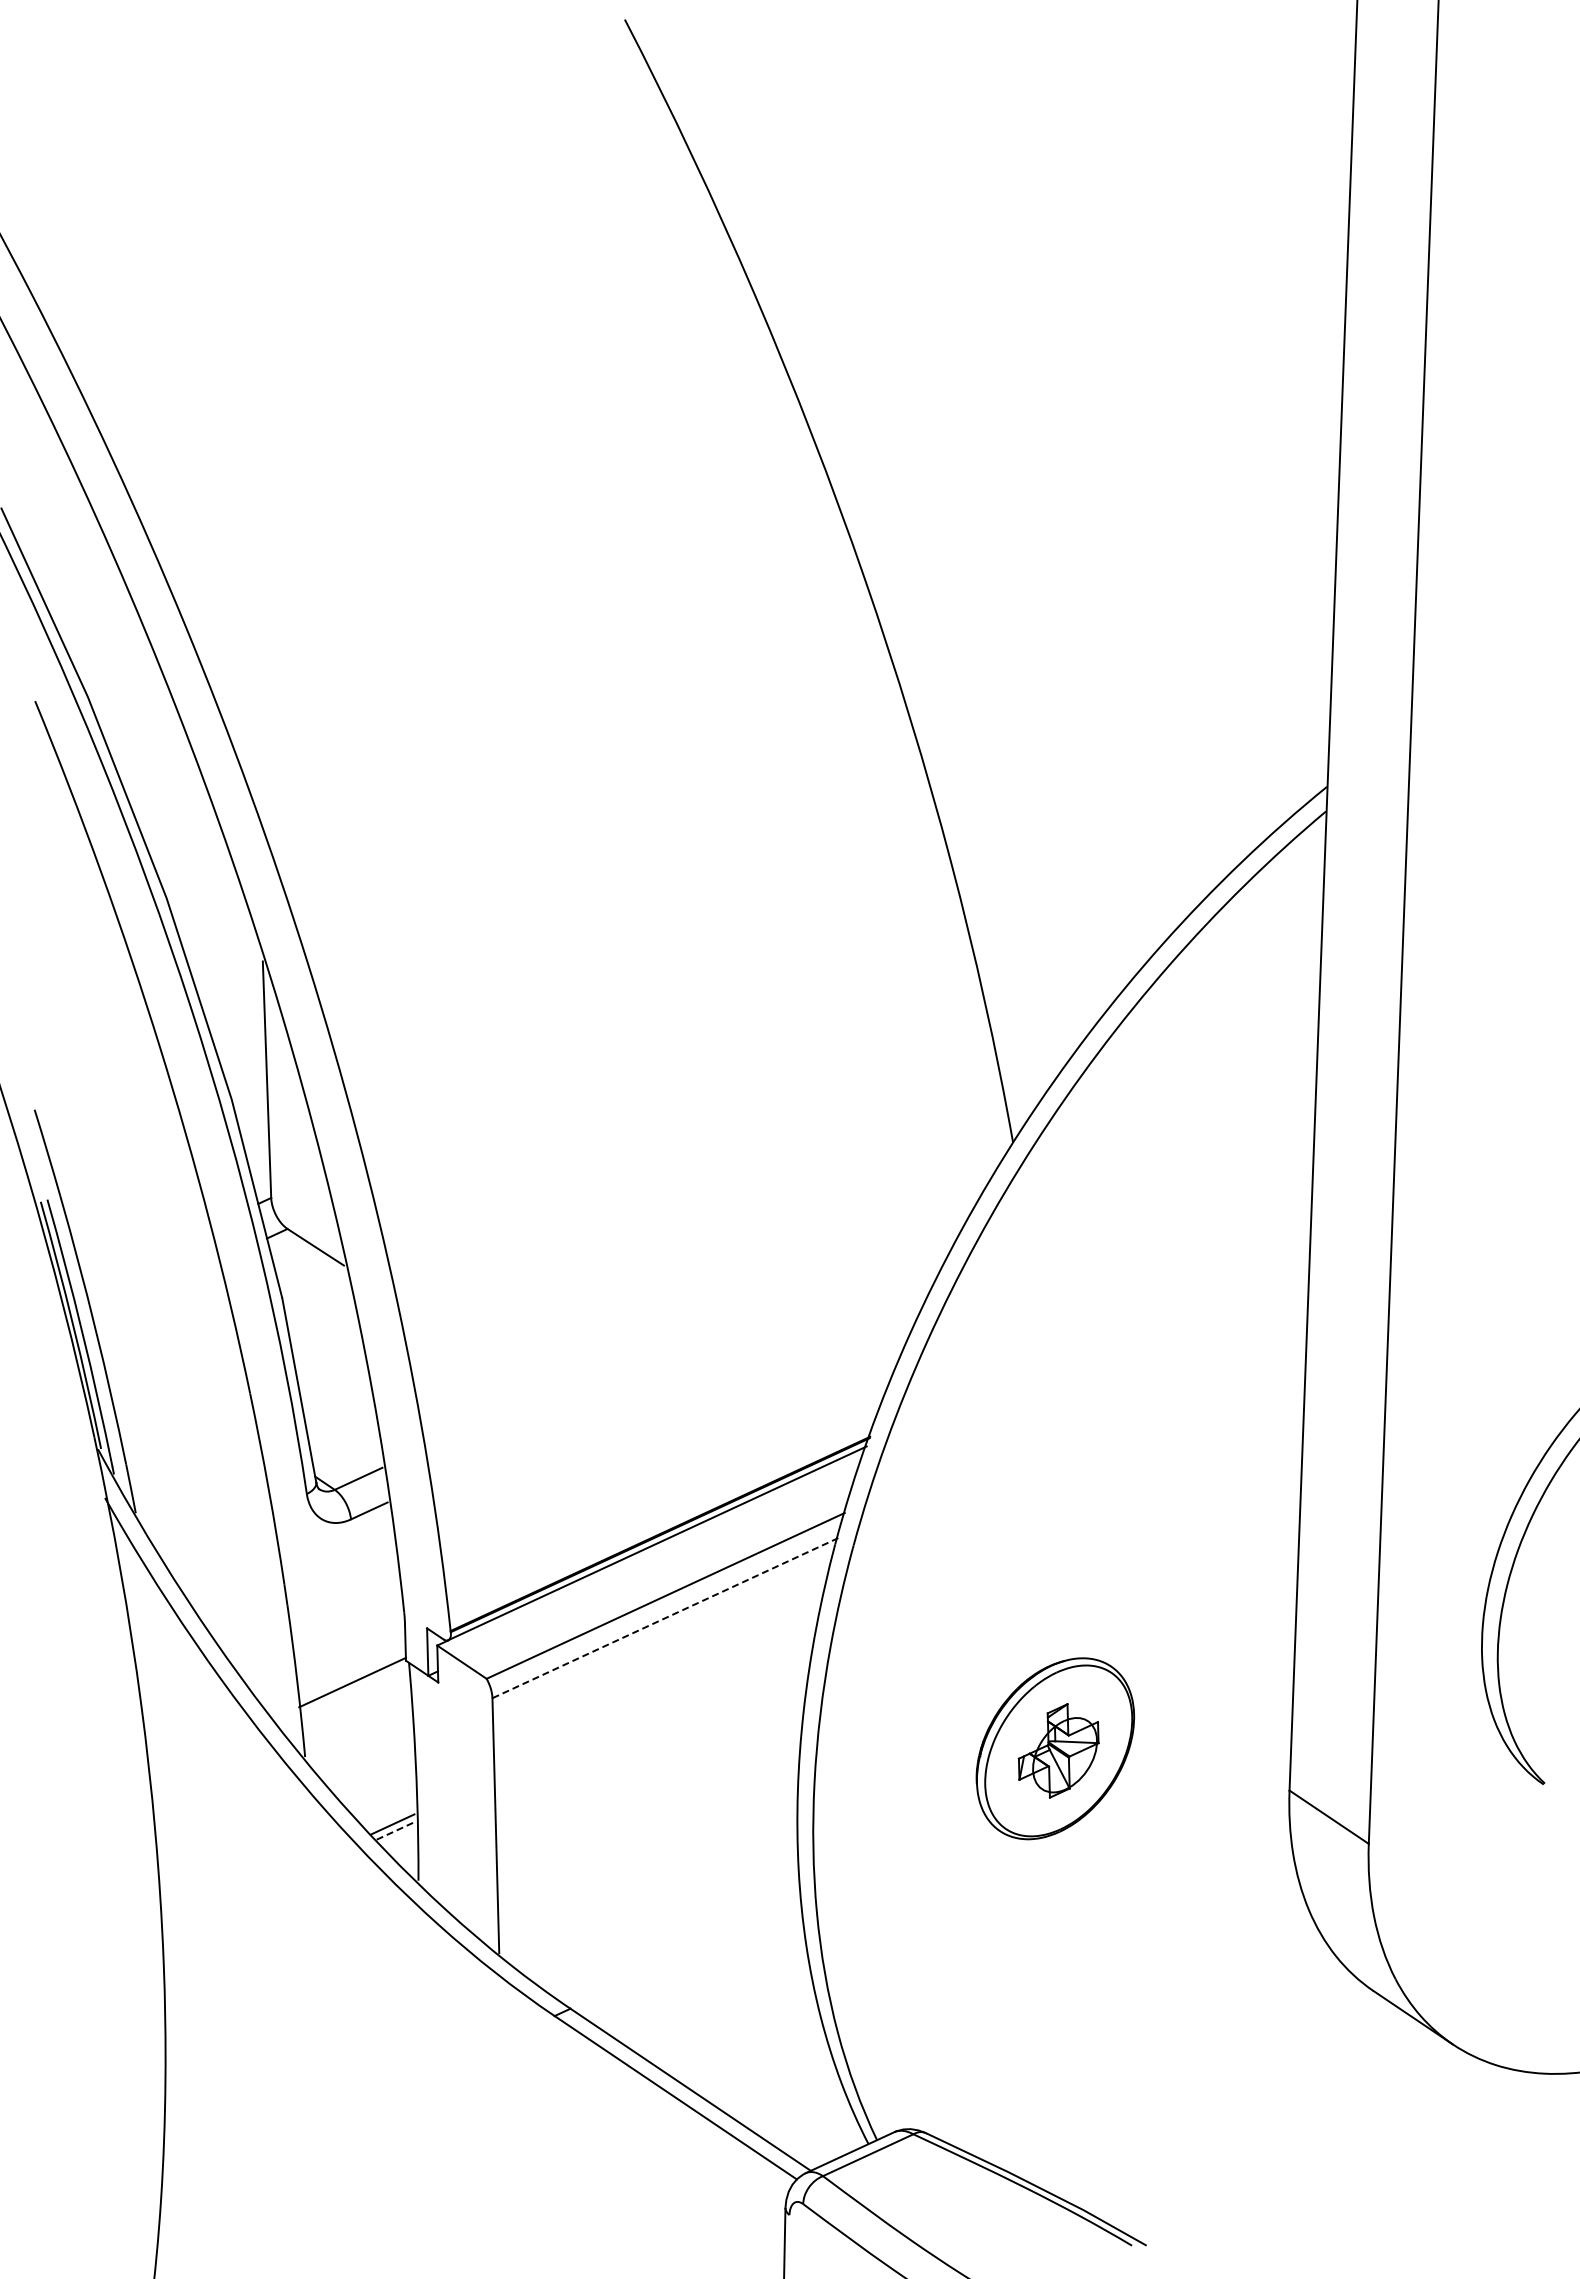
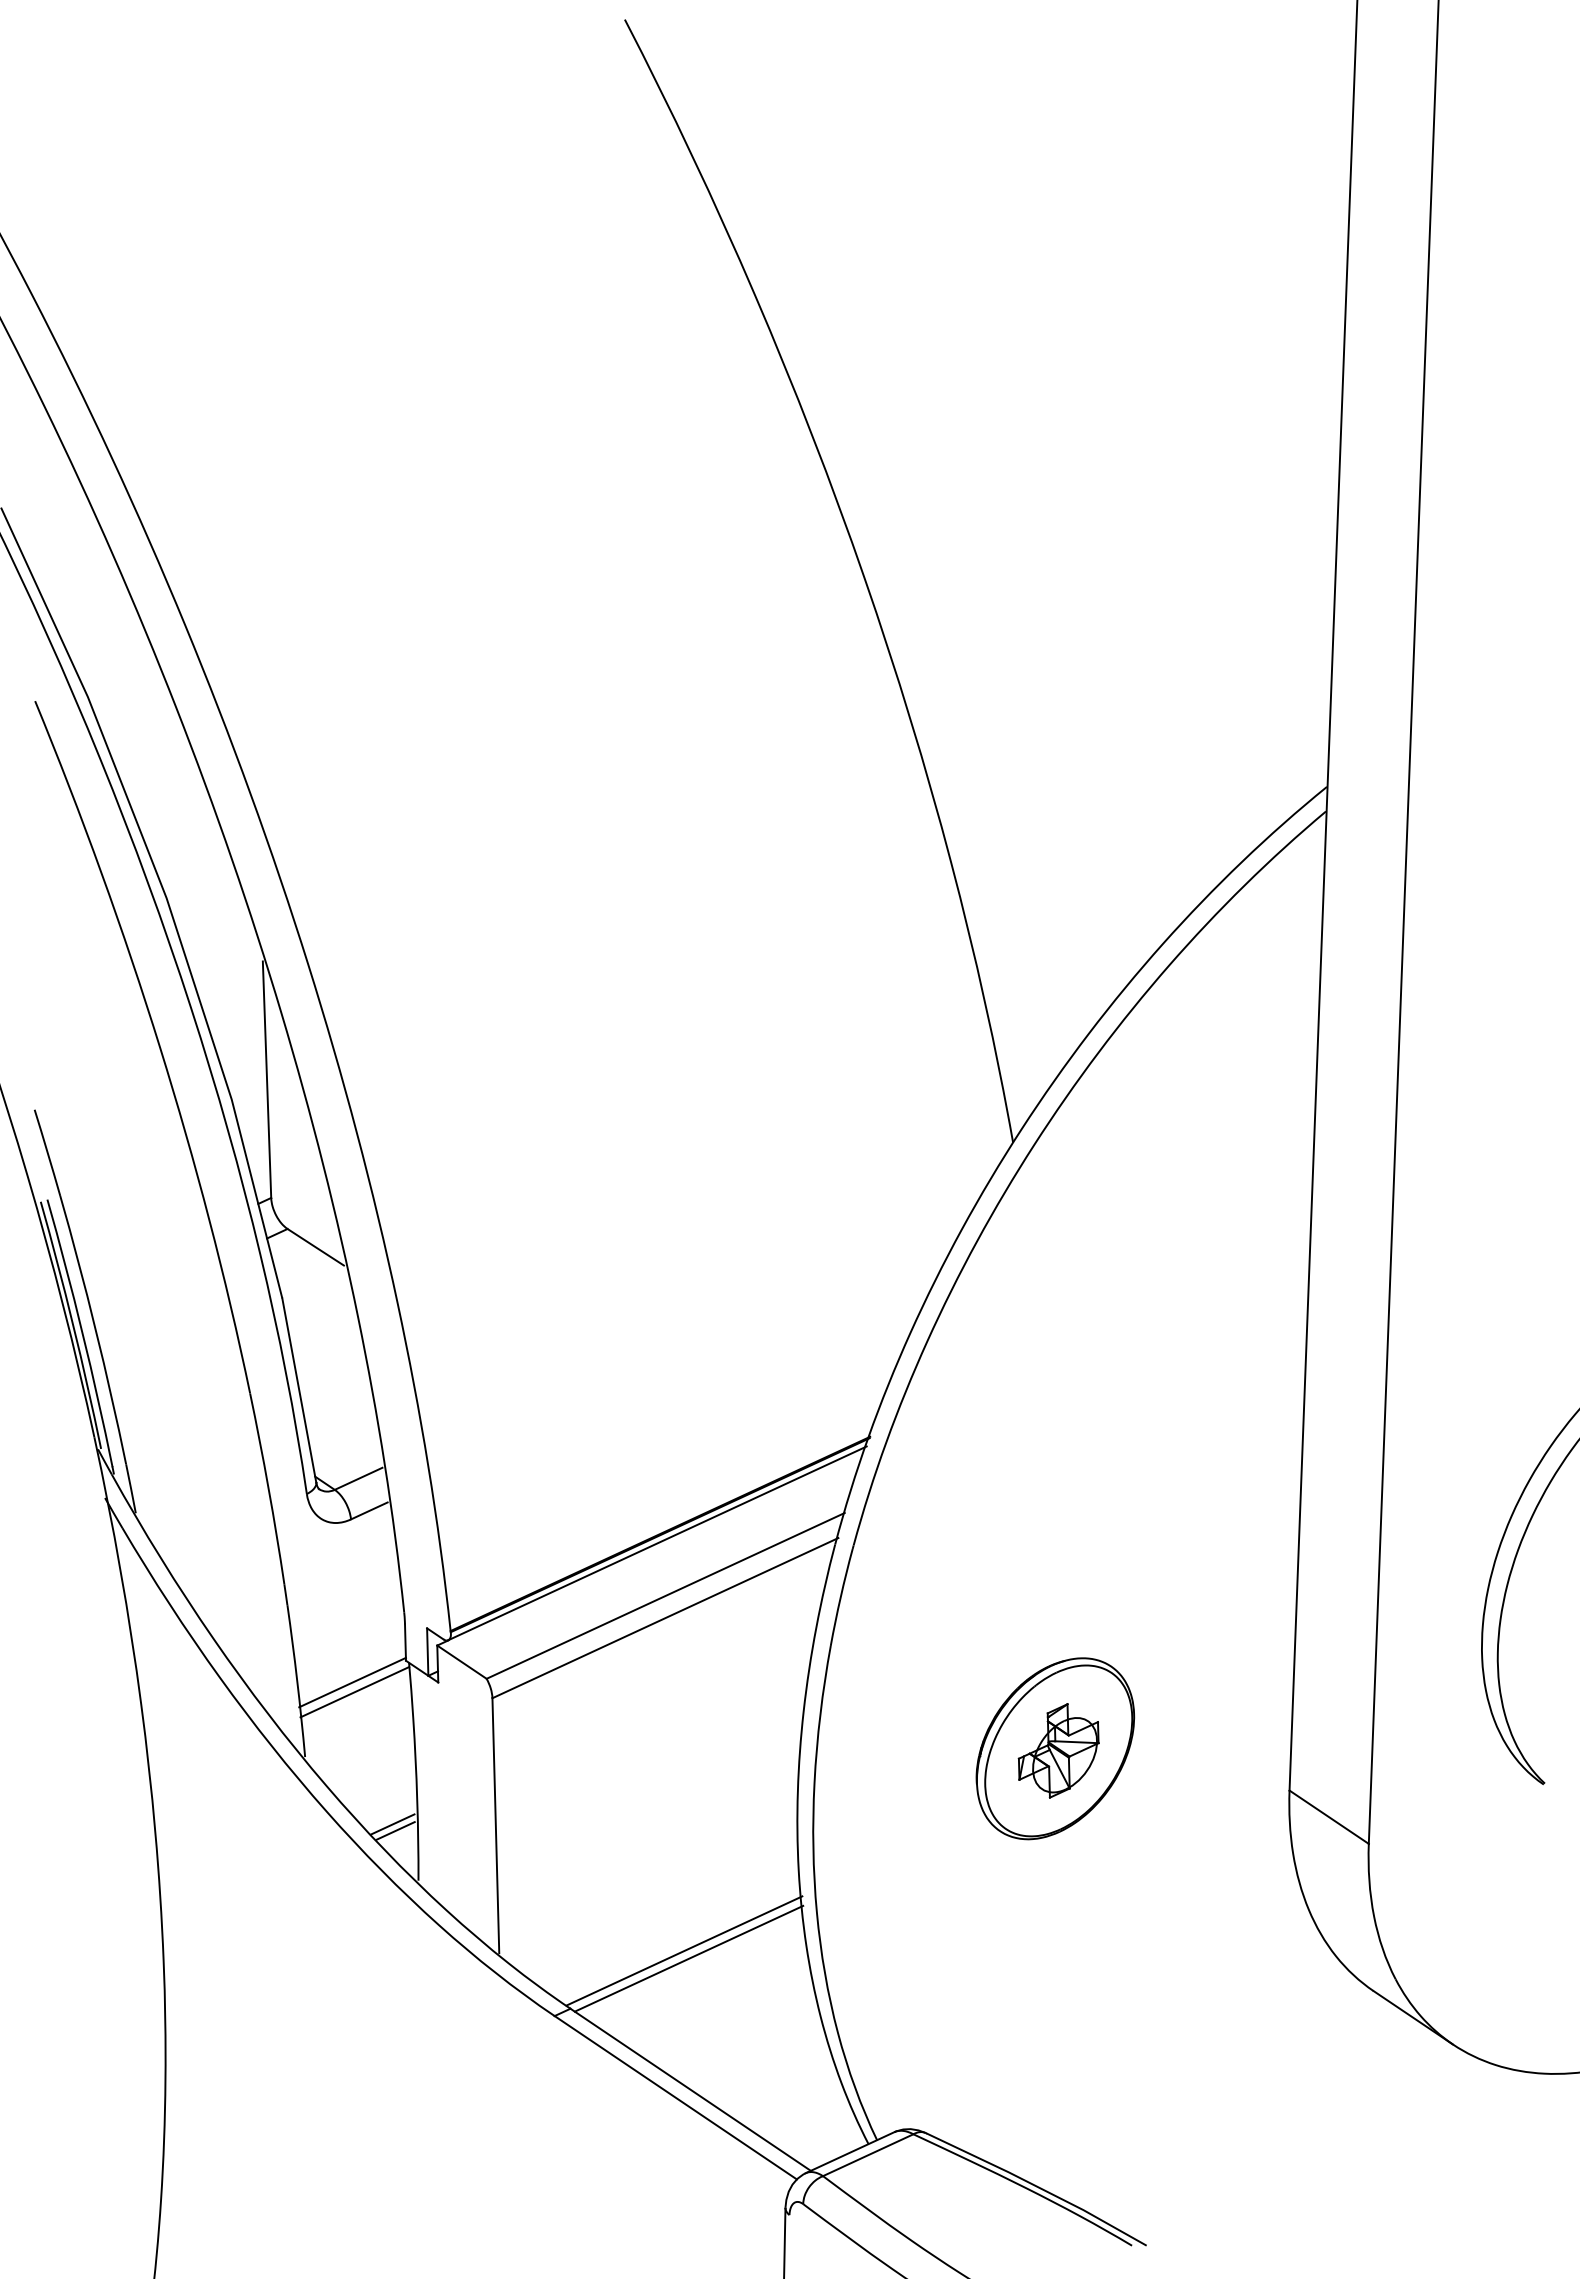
line at (665, 1618): dashed -> solid
line at (354, 1692): none -> present
line at (395, 1830): dashed -> solid
line at (684, 1950): none -> present
line at (688, 1958): none -> present
